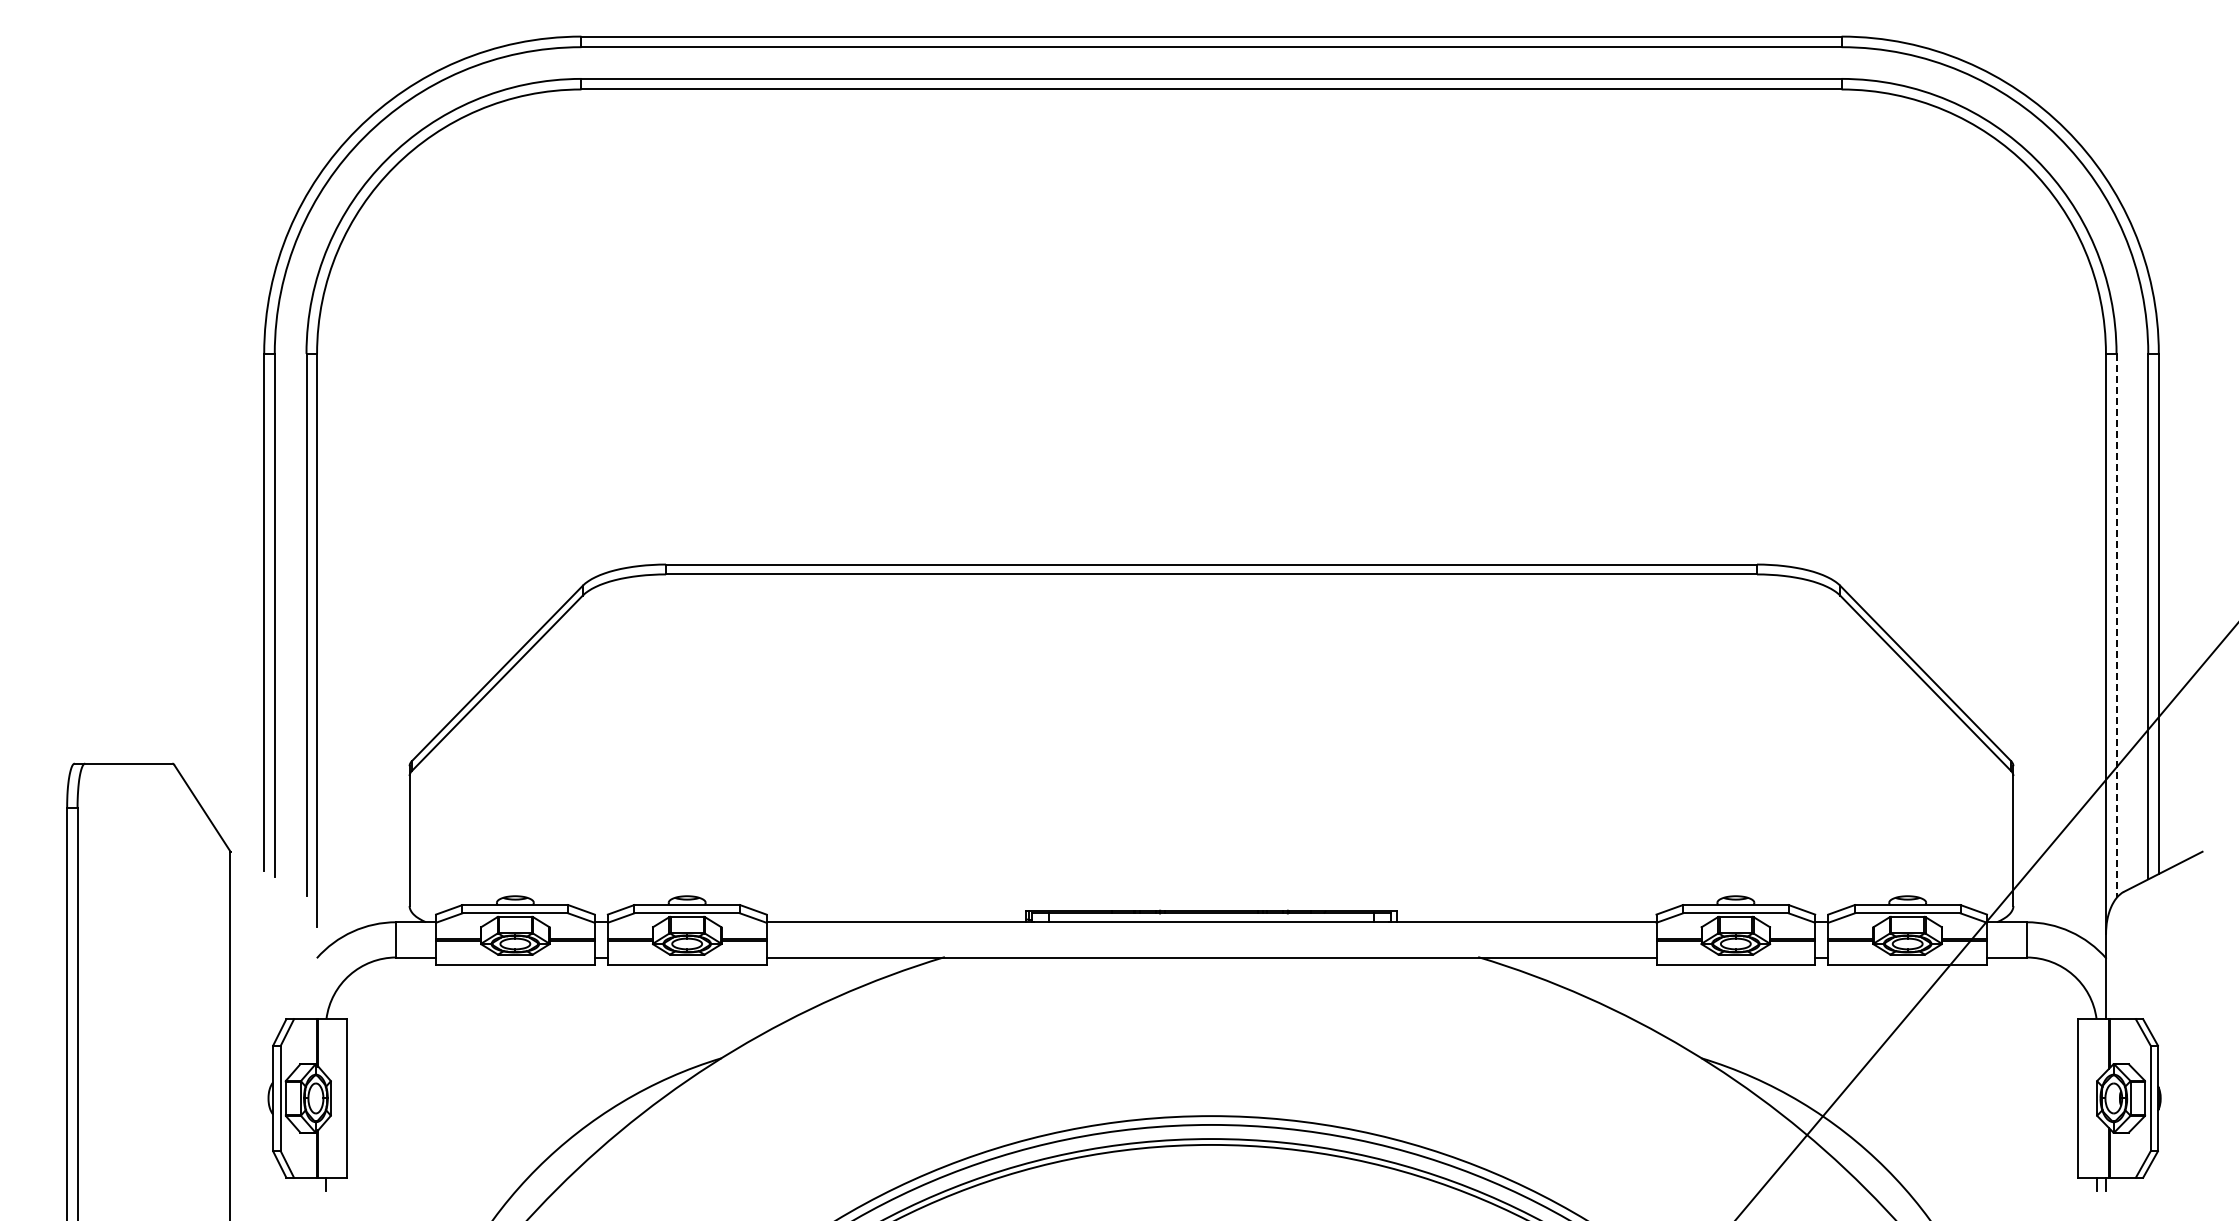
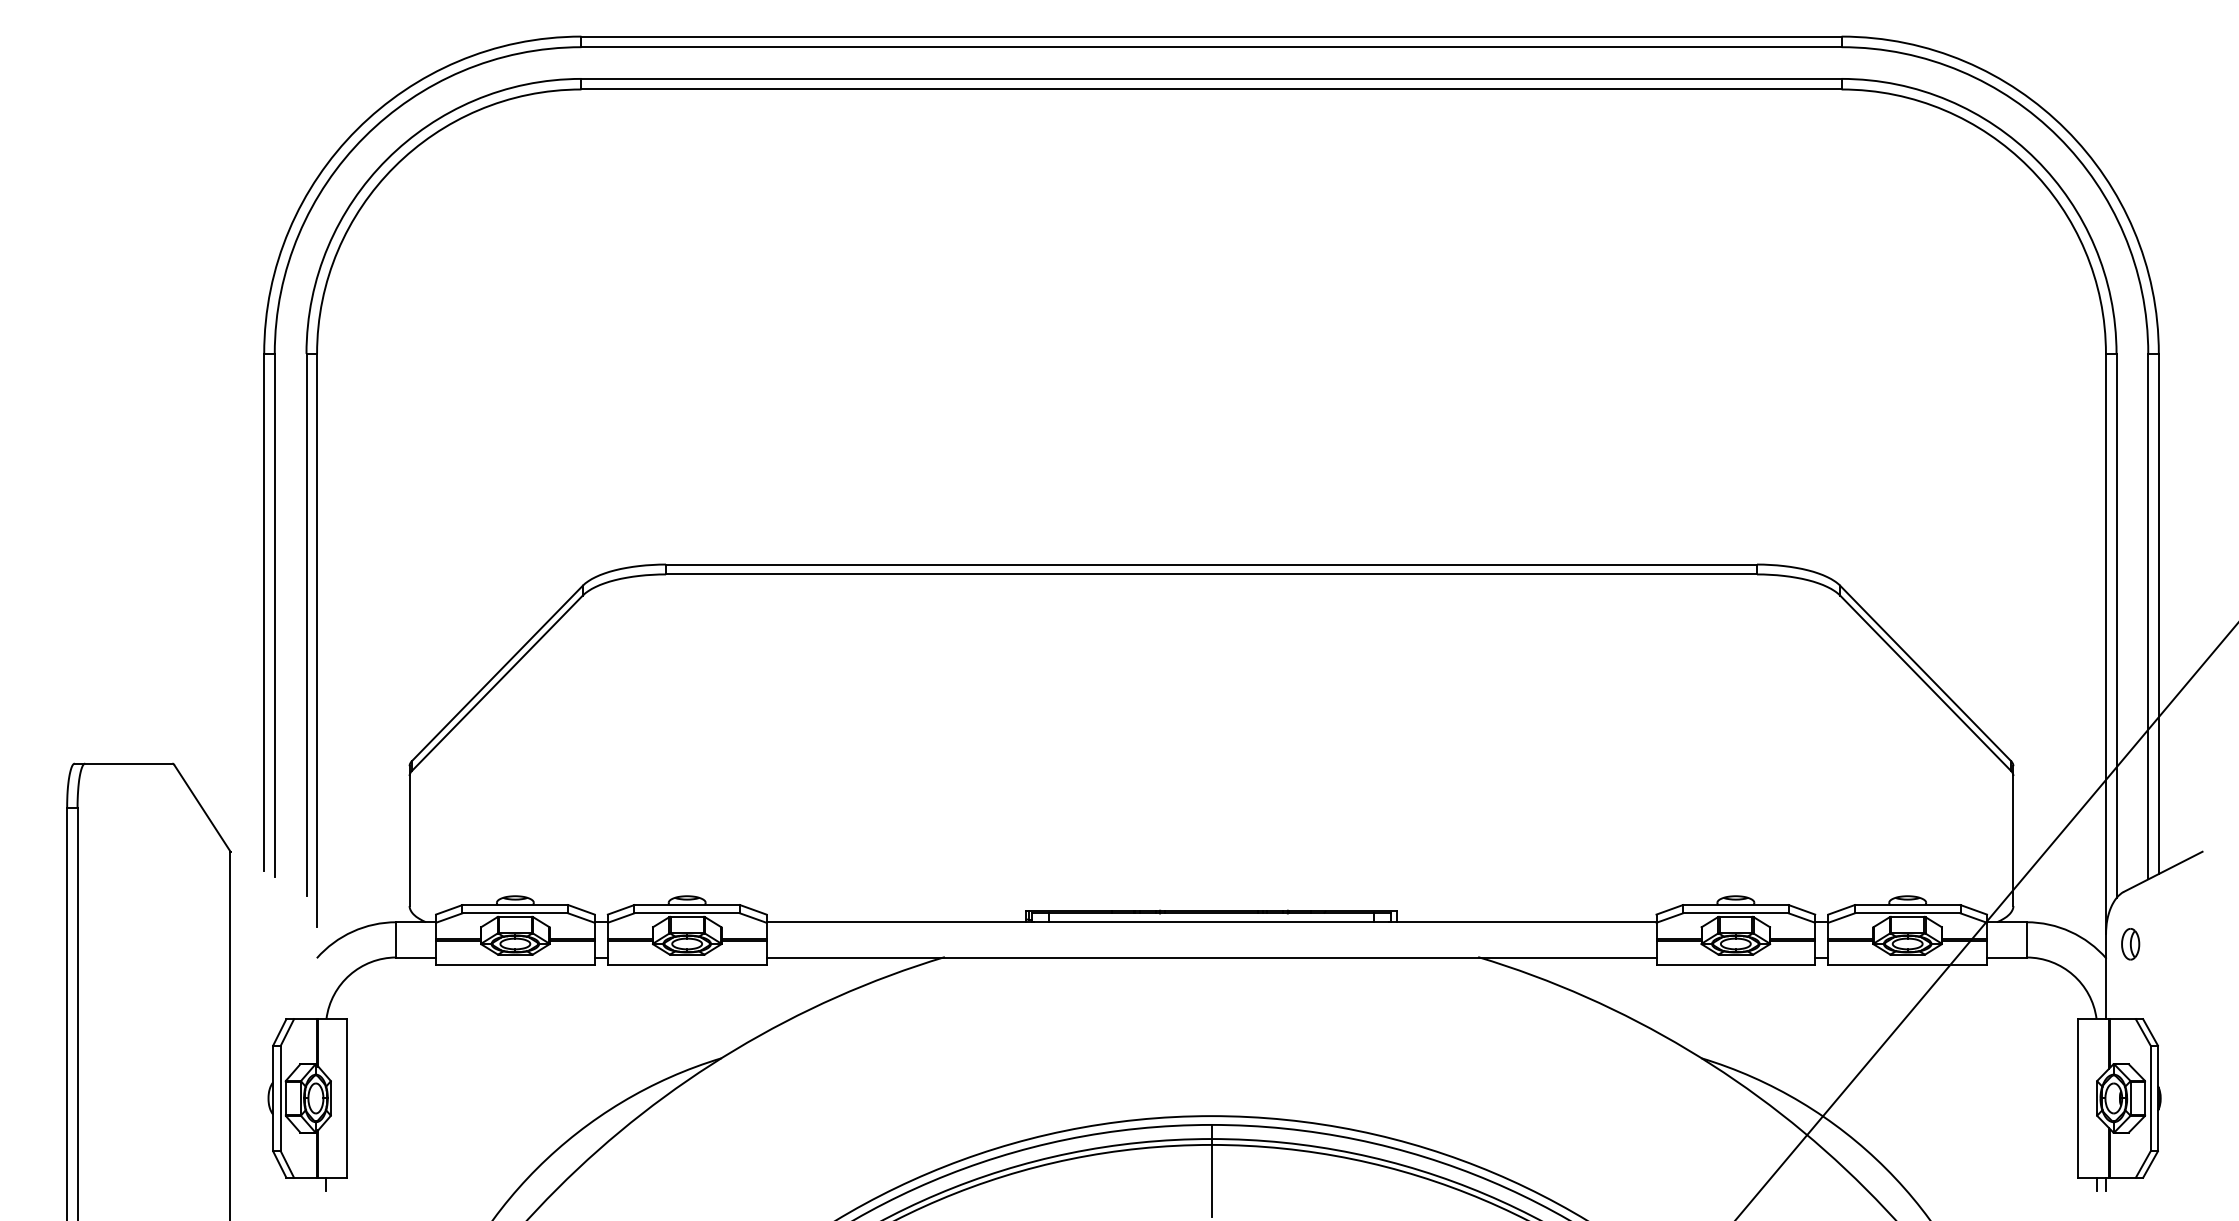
line at (2116, 626): dashed -> solid
part at (2130, 944): none -> present
line at (1211, 1170): none -> present
